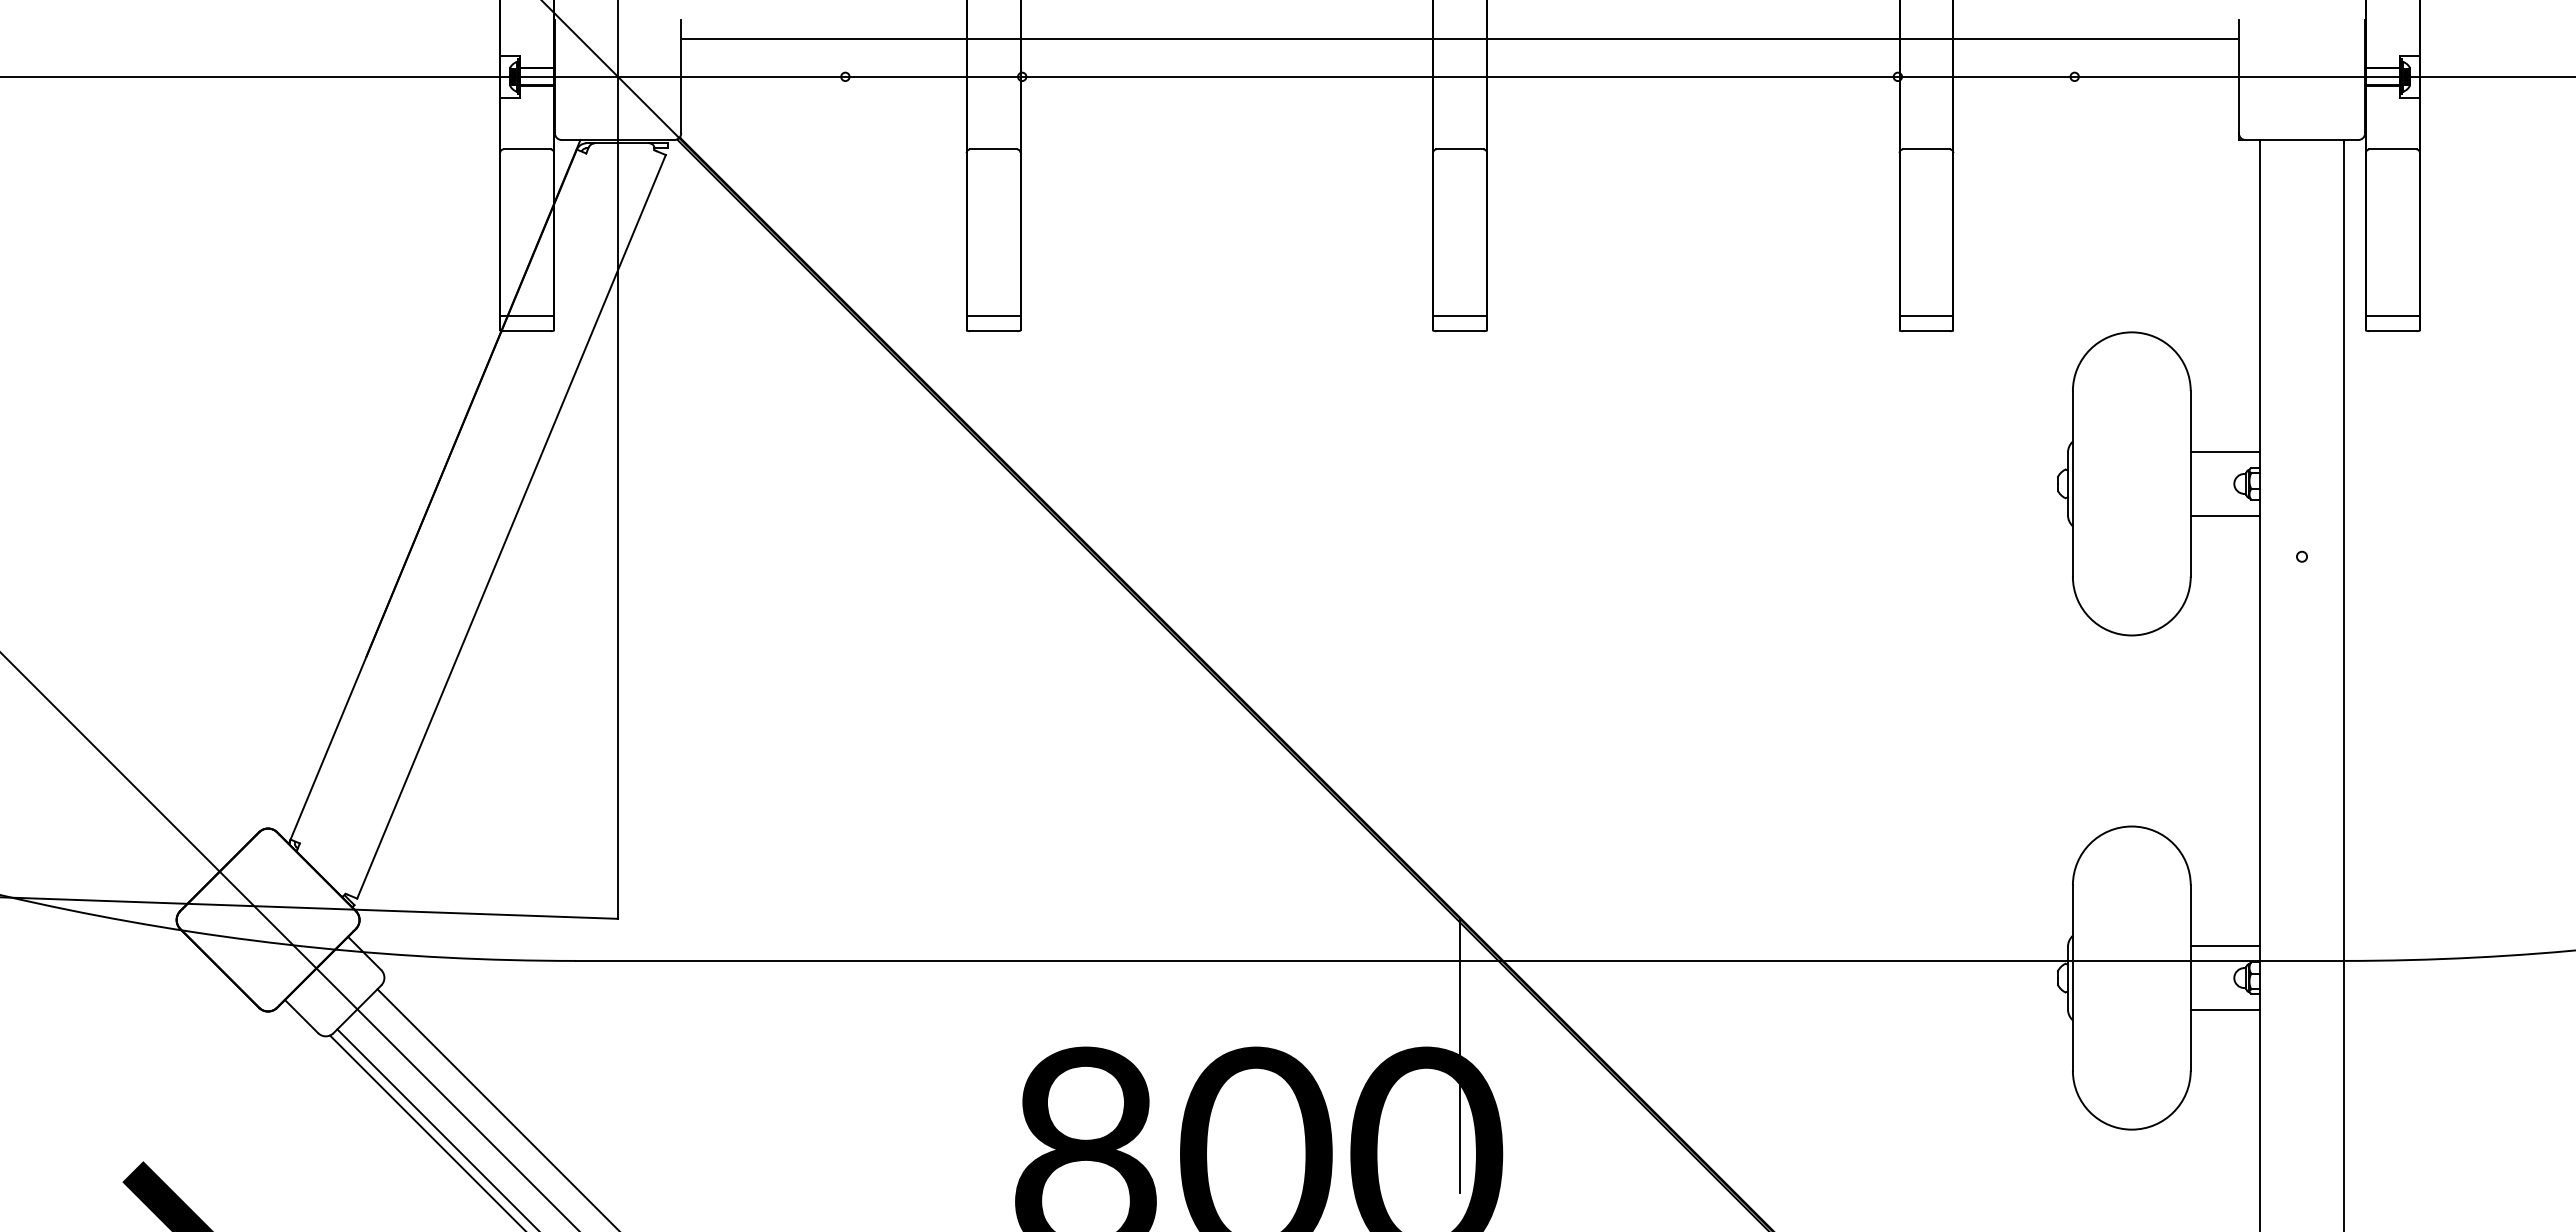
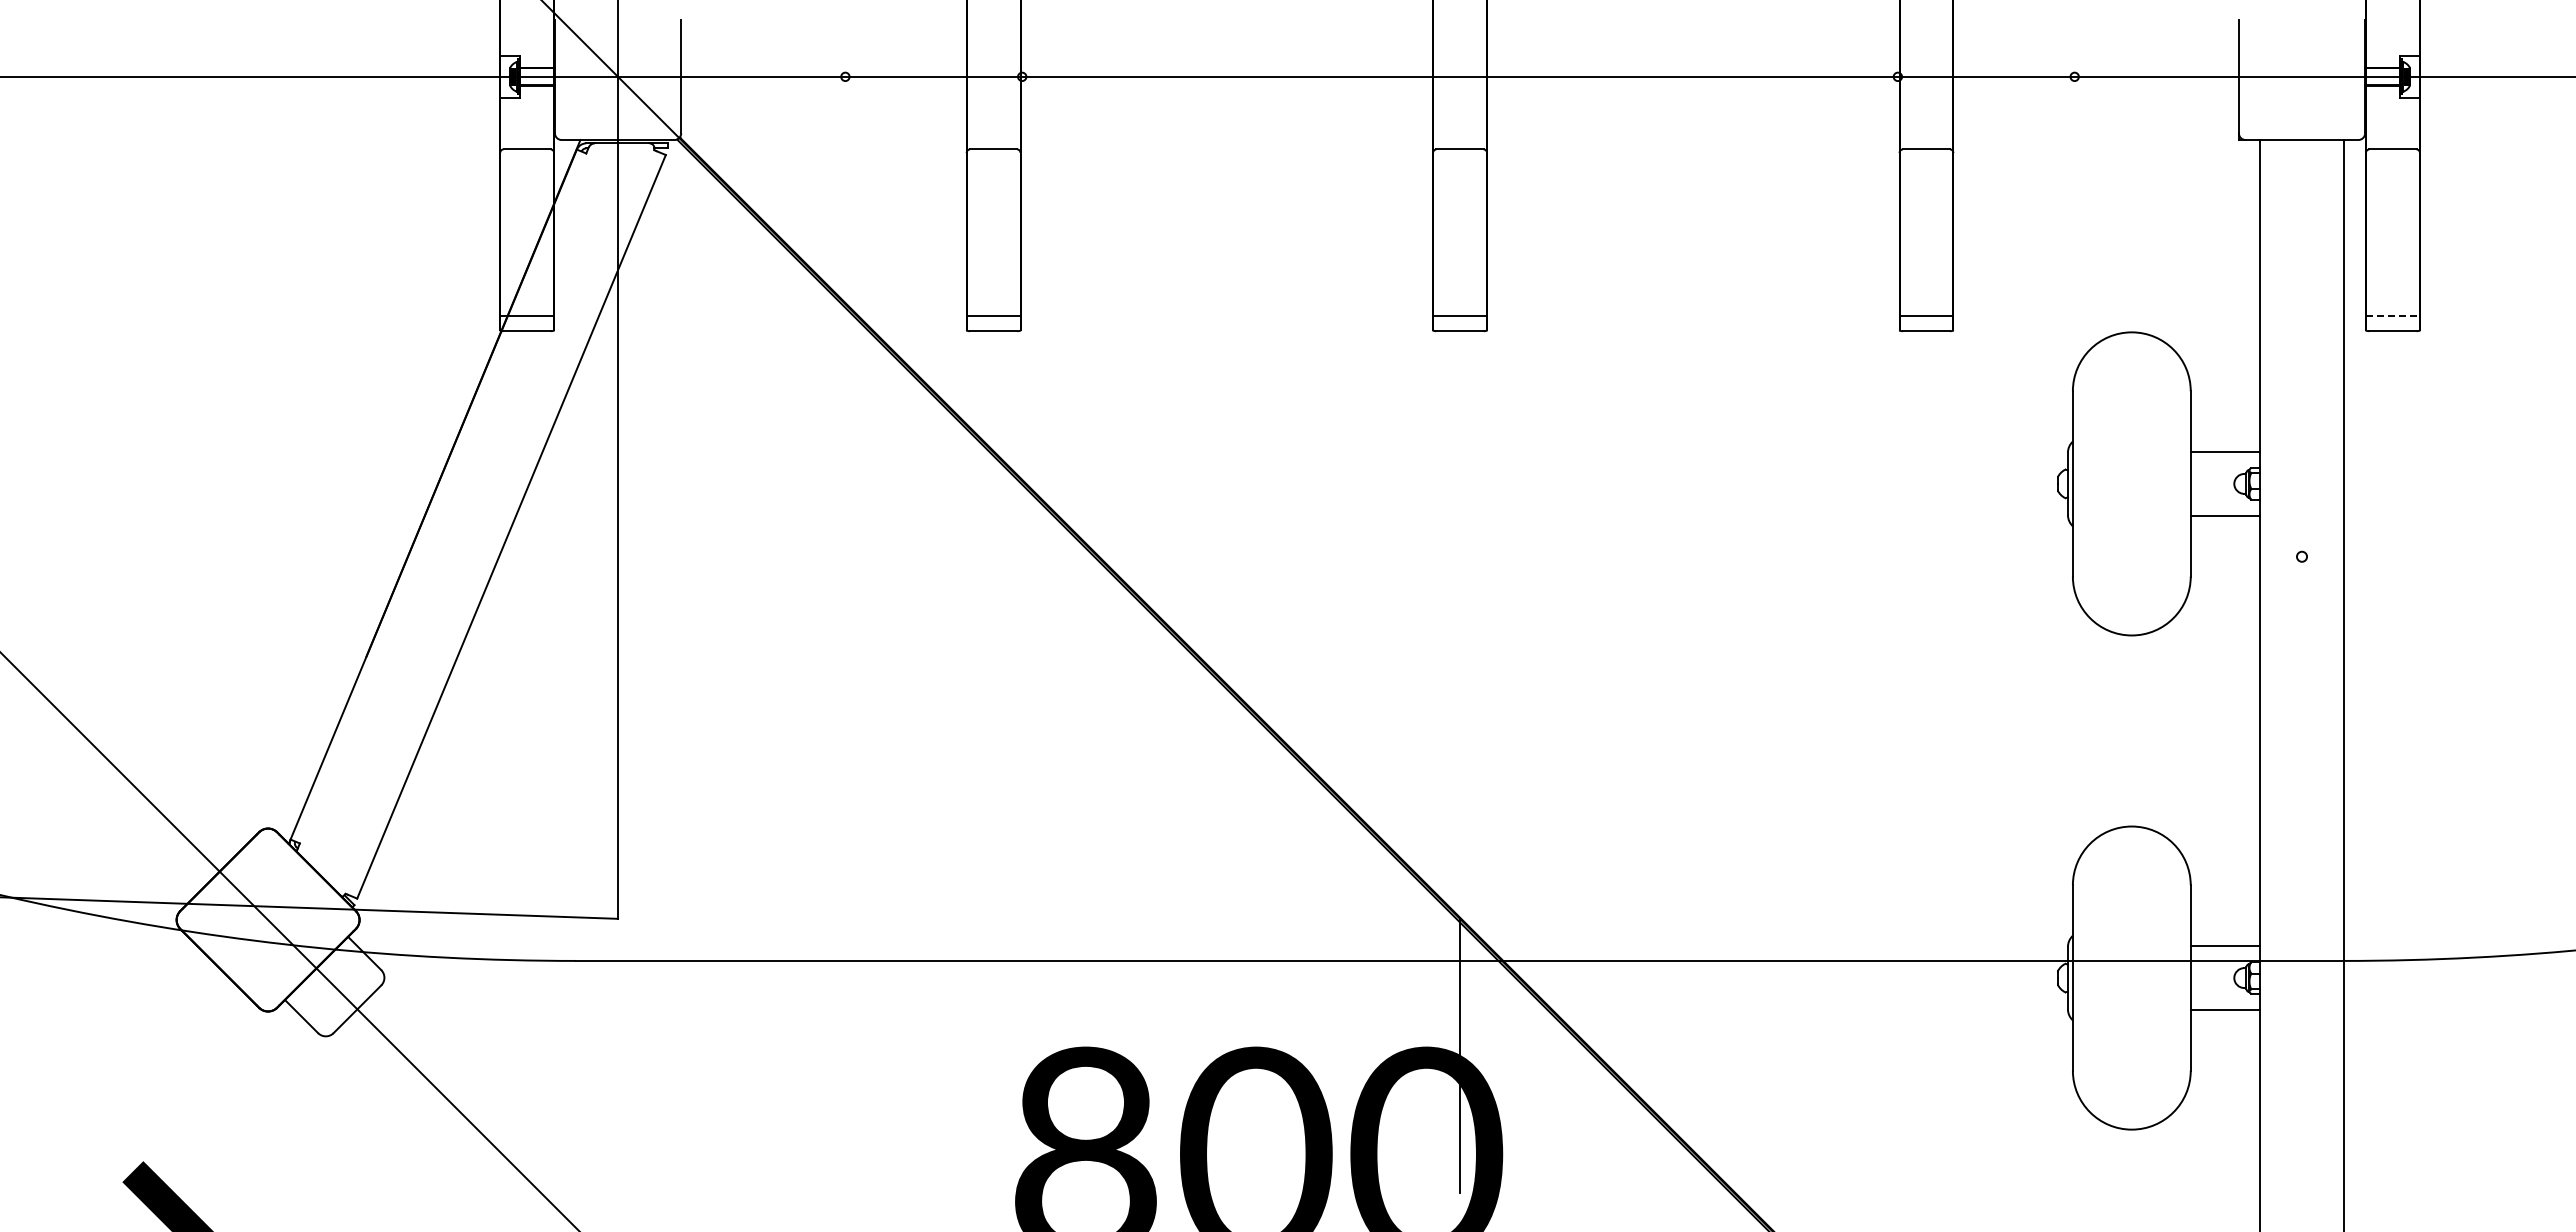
line at (1459, 38): present -> none
line at (2392, 316): solid -> dashed
line at (496, 1108): present -> none
line at (436, 1128): present -> none
line at (426, 1131): present -> none
